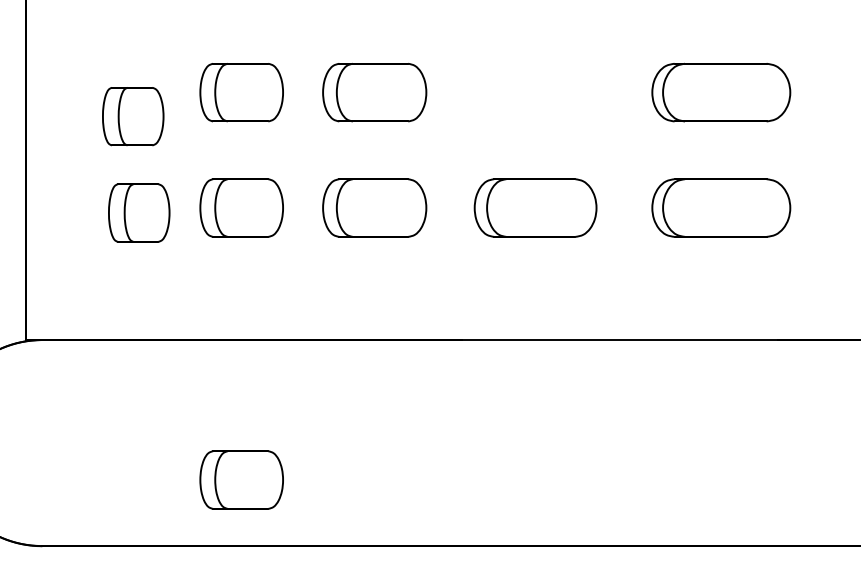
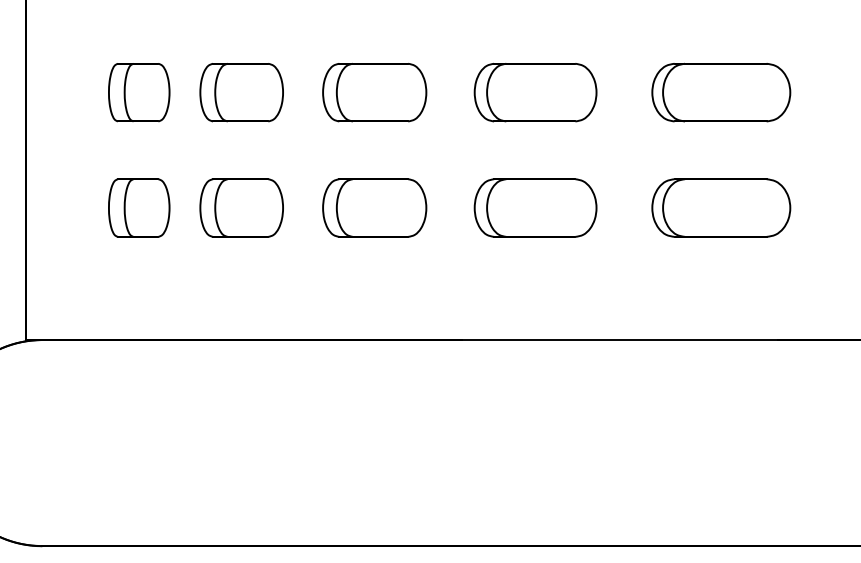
part at (535, 92): none -> present
part at (133, 116) position: (133, 116) -> (139, 92)
part at (139, 212) position: (139, 212) -> (139, 207)
part at (241, 479): present -> none
